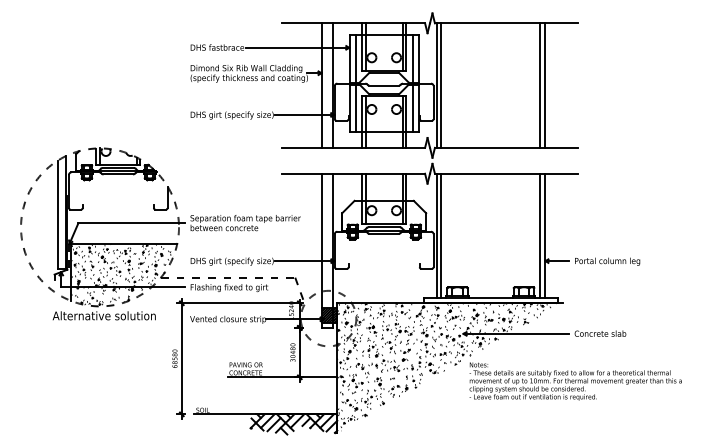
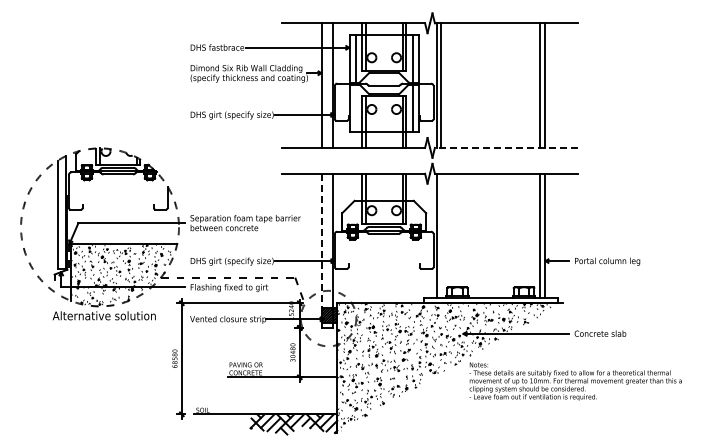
line at (355, 108): present -> none
line at (506, 147): solid -> dashed
line at (441, 235): present -> none
line at (322, 241): solid -> dashed
